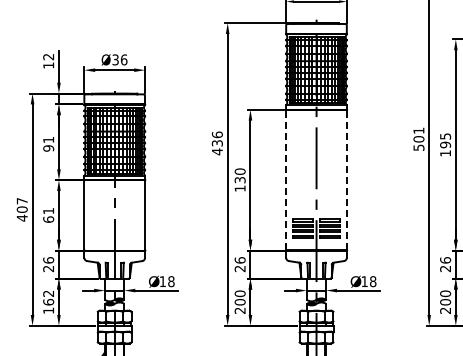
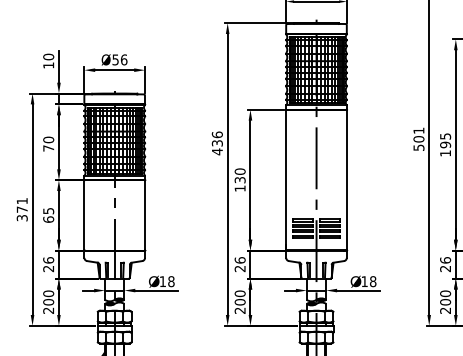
text at (48, 56): 12 -> 10
text at (115, 59): Ø36 -> Ø56
text at (48, 143): 91 -> 70
line at (286, 179): dashed -> solid
line at (346, 179): dashed -> solid
text at (21, 209): 407 -> 371
text at (48, 211): 61 -> 65
text at (48, 301): 162 -> 200
